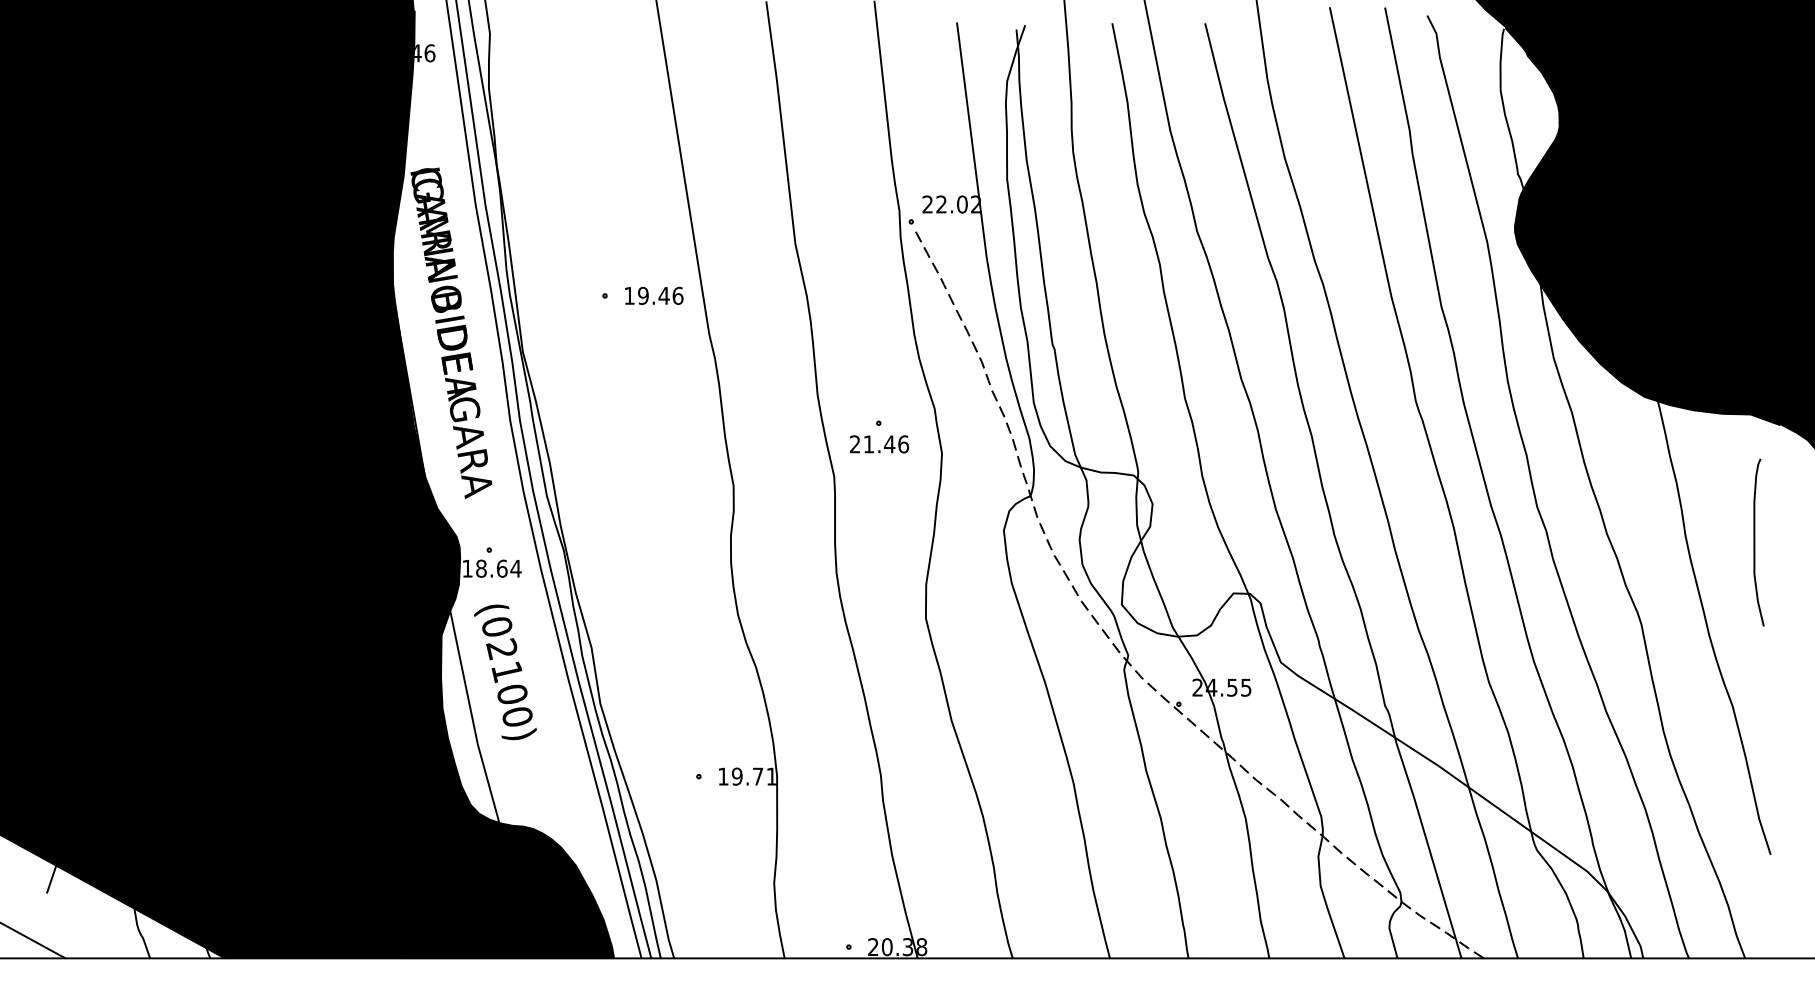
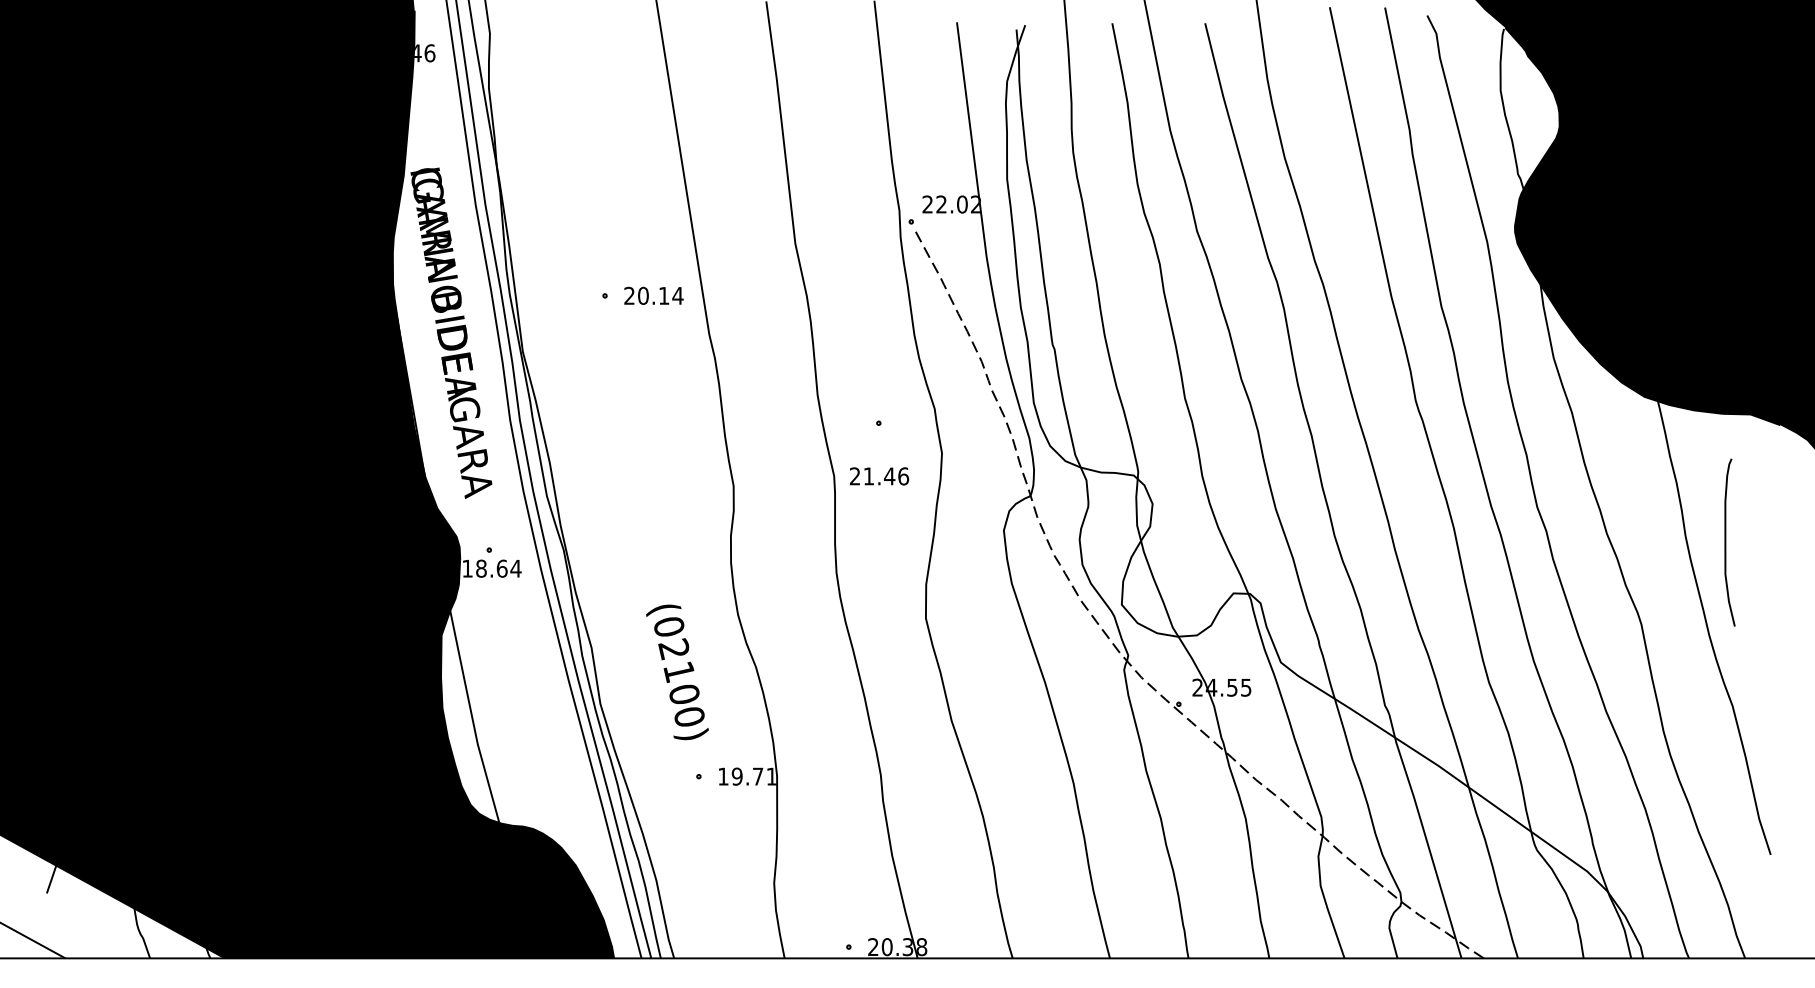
text at (653, 295): 19.46 -> 20.14
text at (879, 444) position: (879, 444) -> (879, 476)
curve at (1755, 542) position: (1755, 542) -> (1726, 542)
text at (505, 672) position: (505, 672) -> (677, 672)
